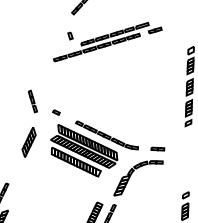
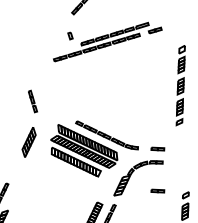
part at (189, 86) position: (189, 86) -> (180, 85)
part at (56, 112): present -> none
part at (157, 190): none -> present
